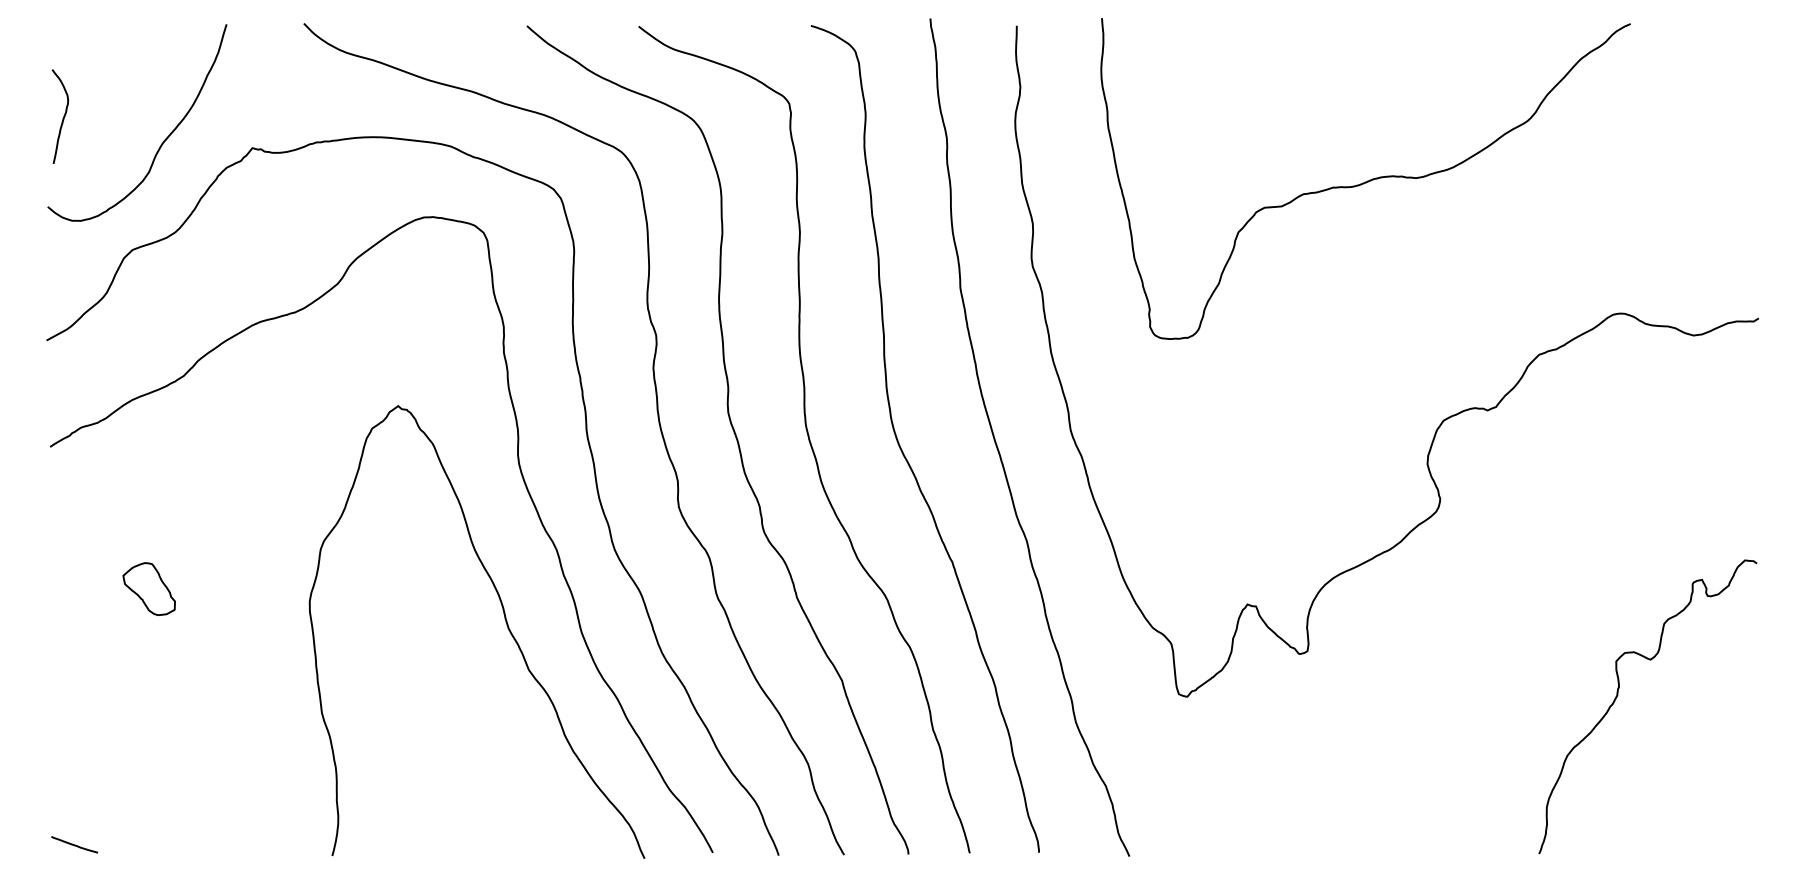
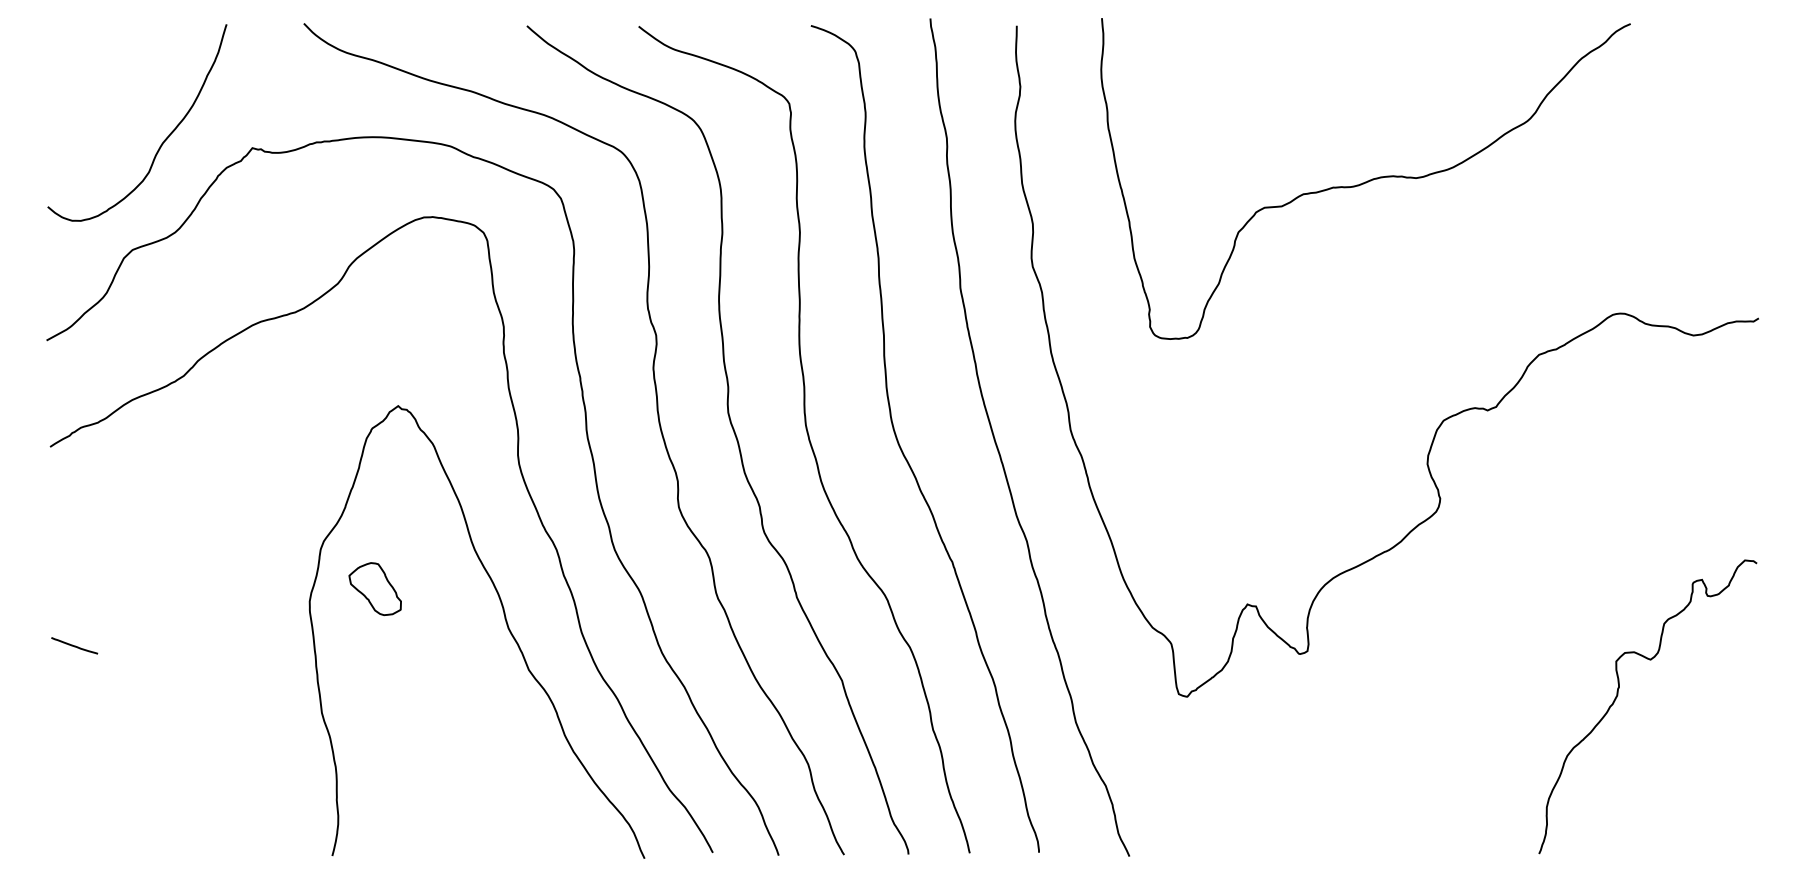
curve at (62, 118): present -> none
part at (148, 588) position: (148, 588) -> (374, 588)
line at (74, 844) position: (74, 844) -> (74, 645)
